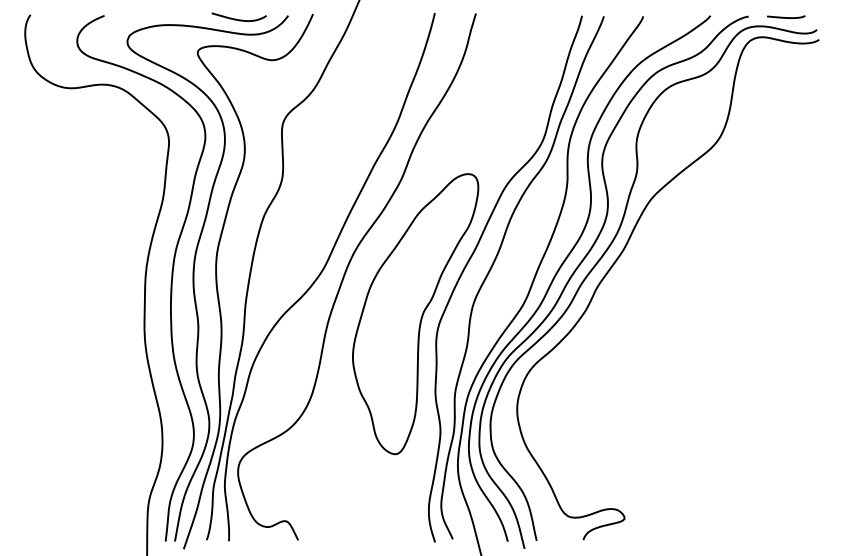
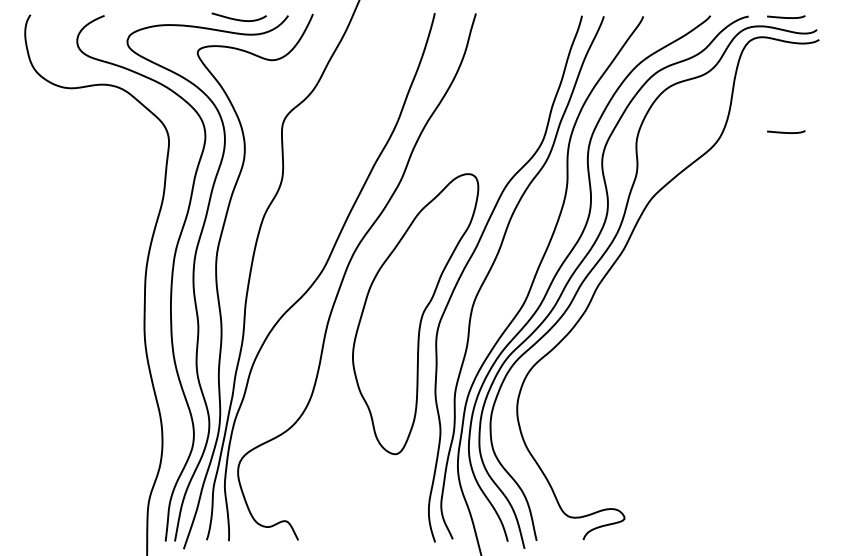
curve at (786, 132): none -> present
